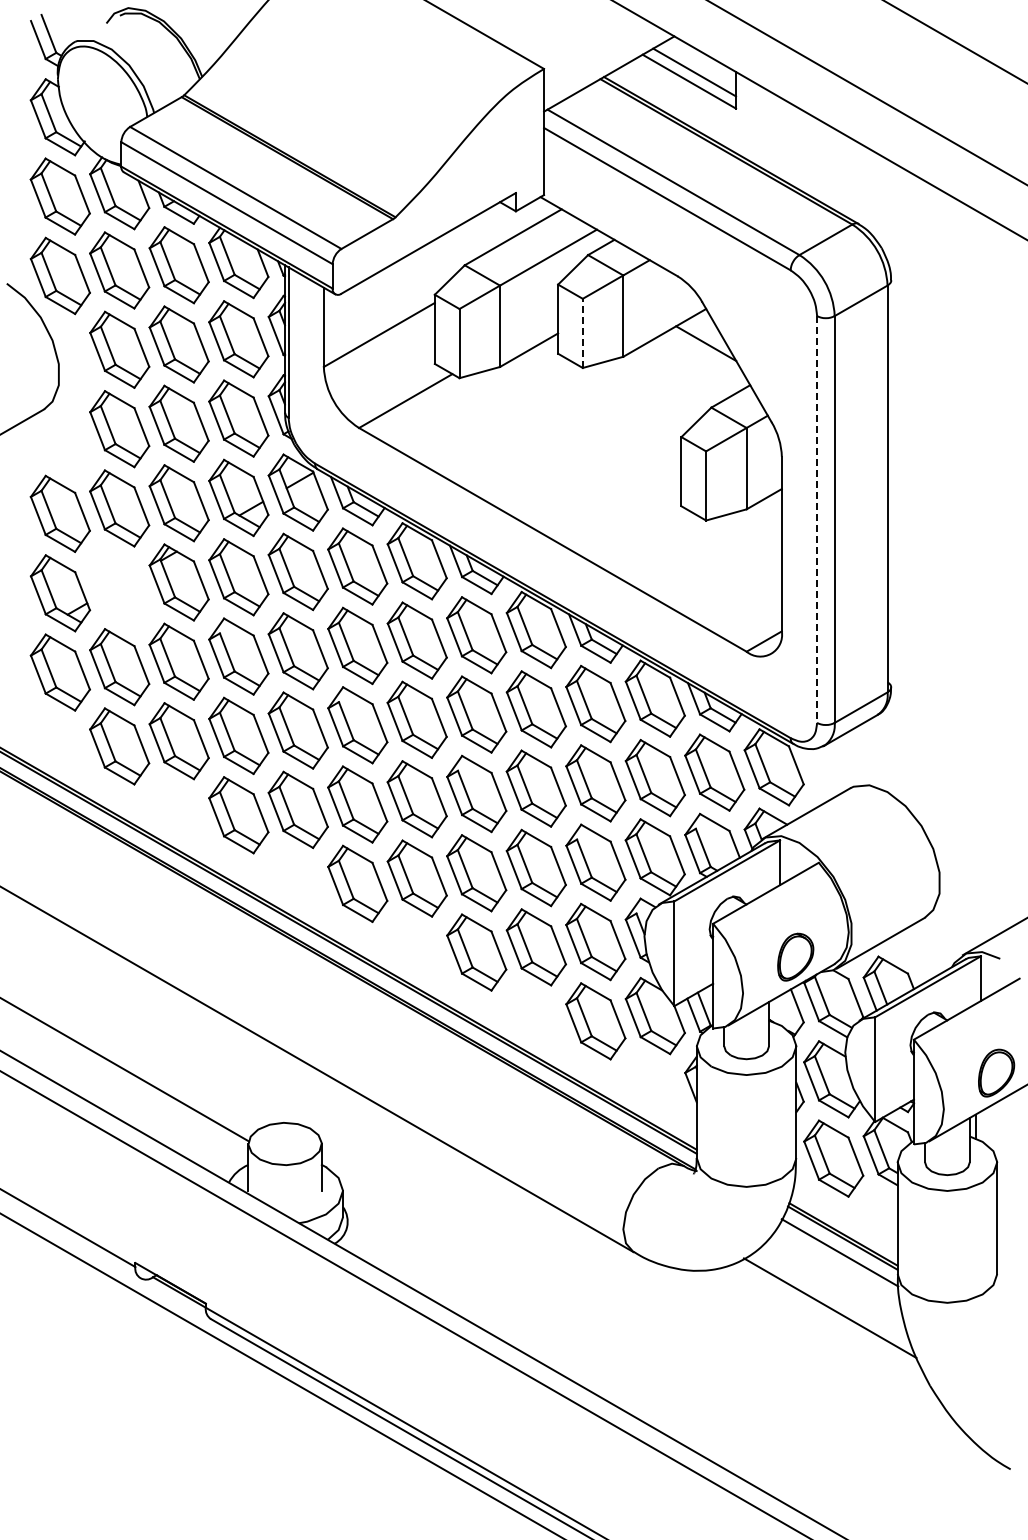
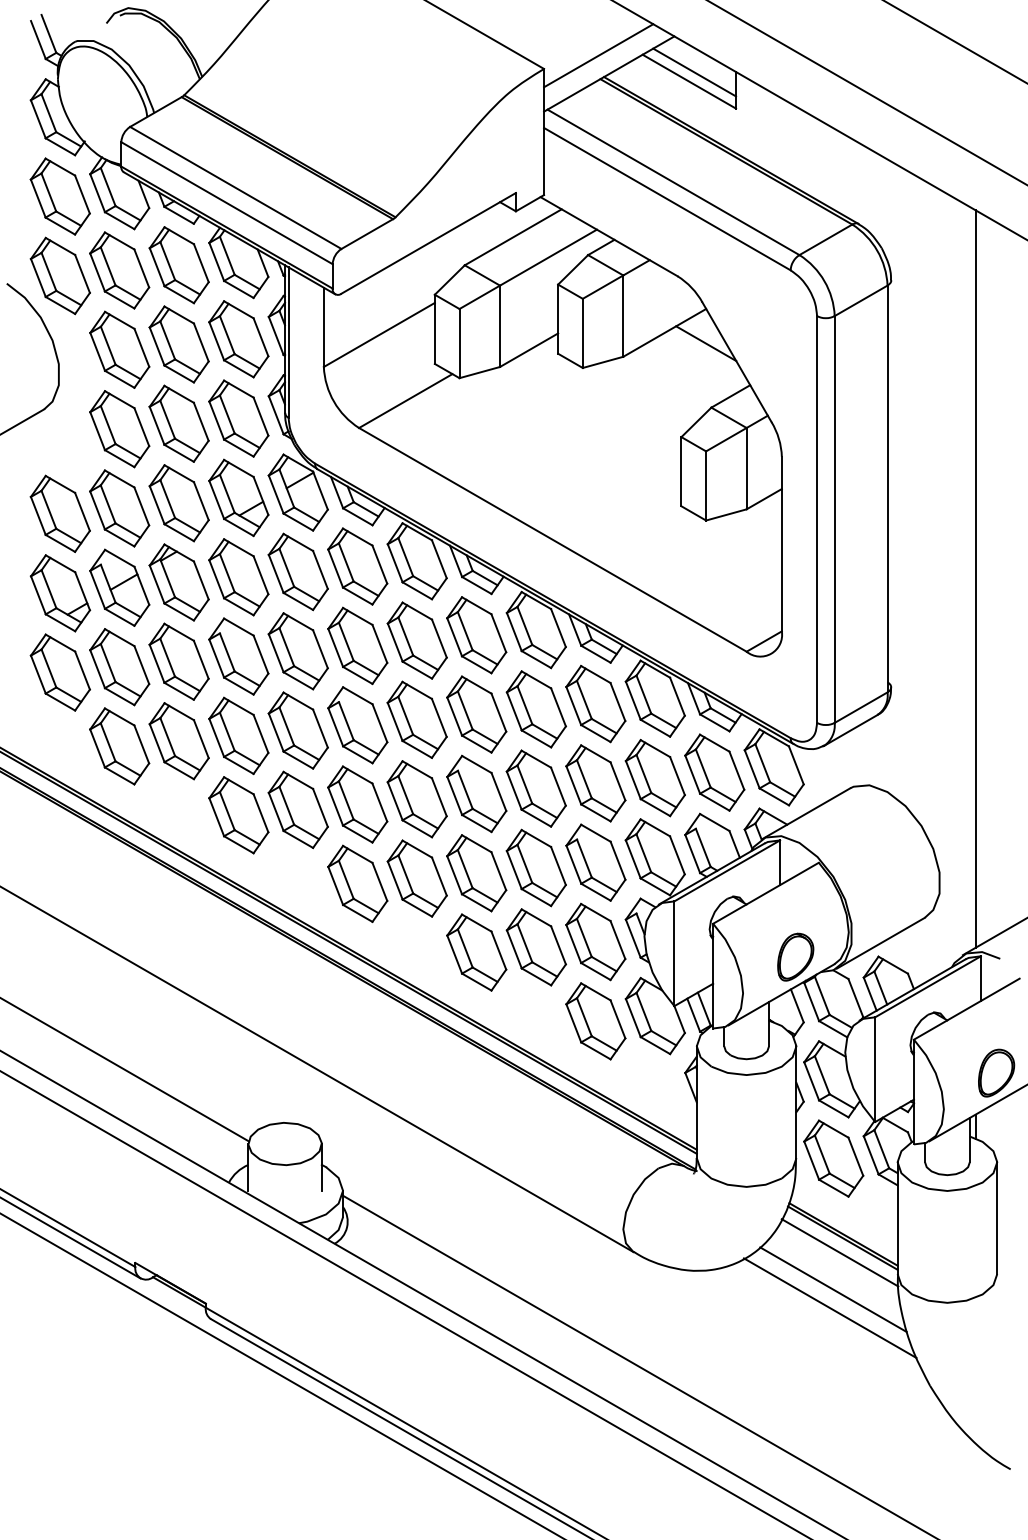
line at (598, 55): none -> present
line at (582, 333): dashed -> solid
line at (817, 520): dashed -> solid
line at (975, 578): none -> present
part at (119, 587): none -> present
line at (71, 1238): none -> present
line at (833, 1289): none -> present
line at (638, 1365): none -> present
